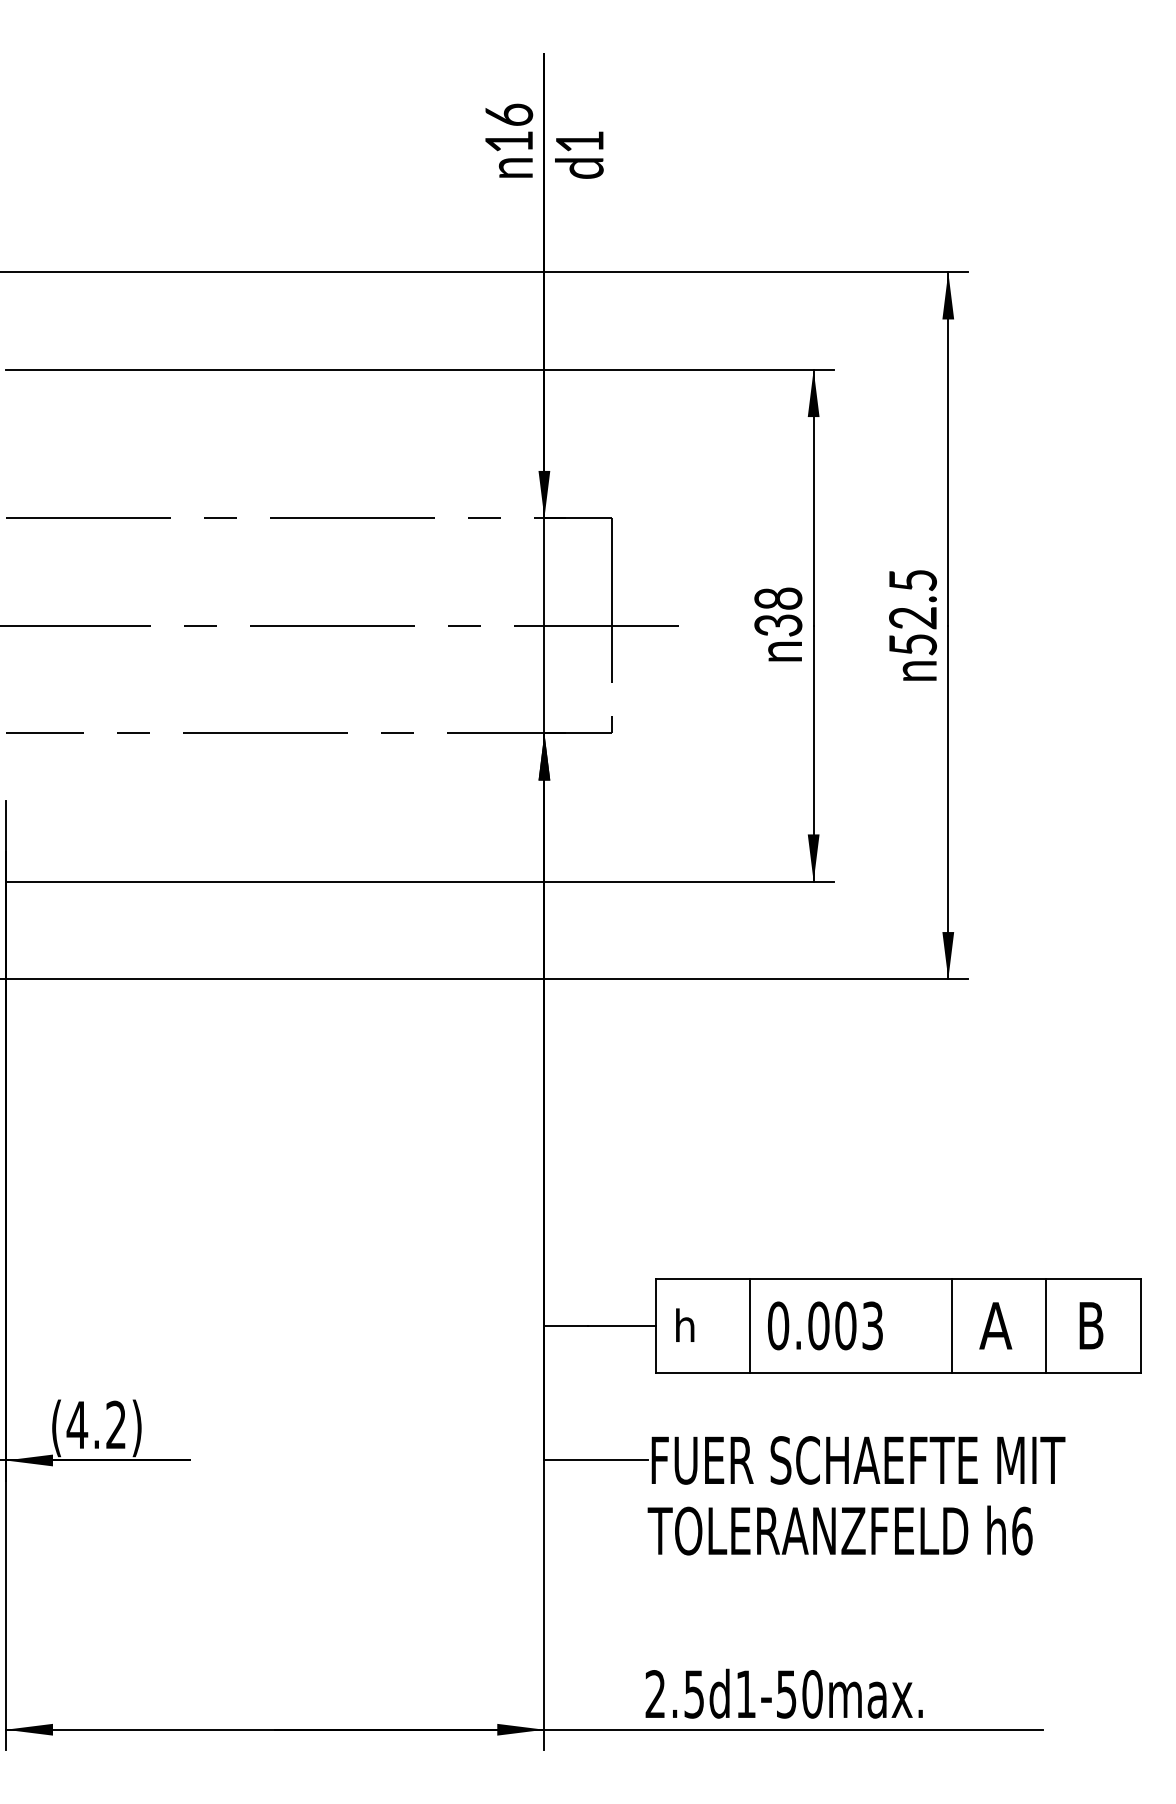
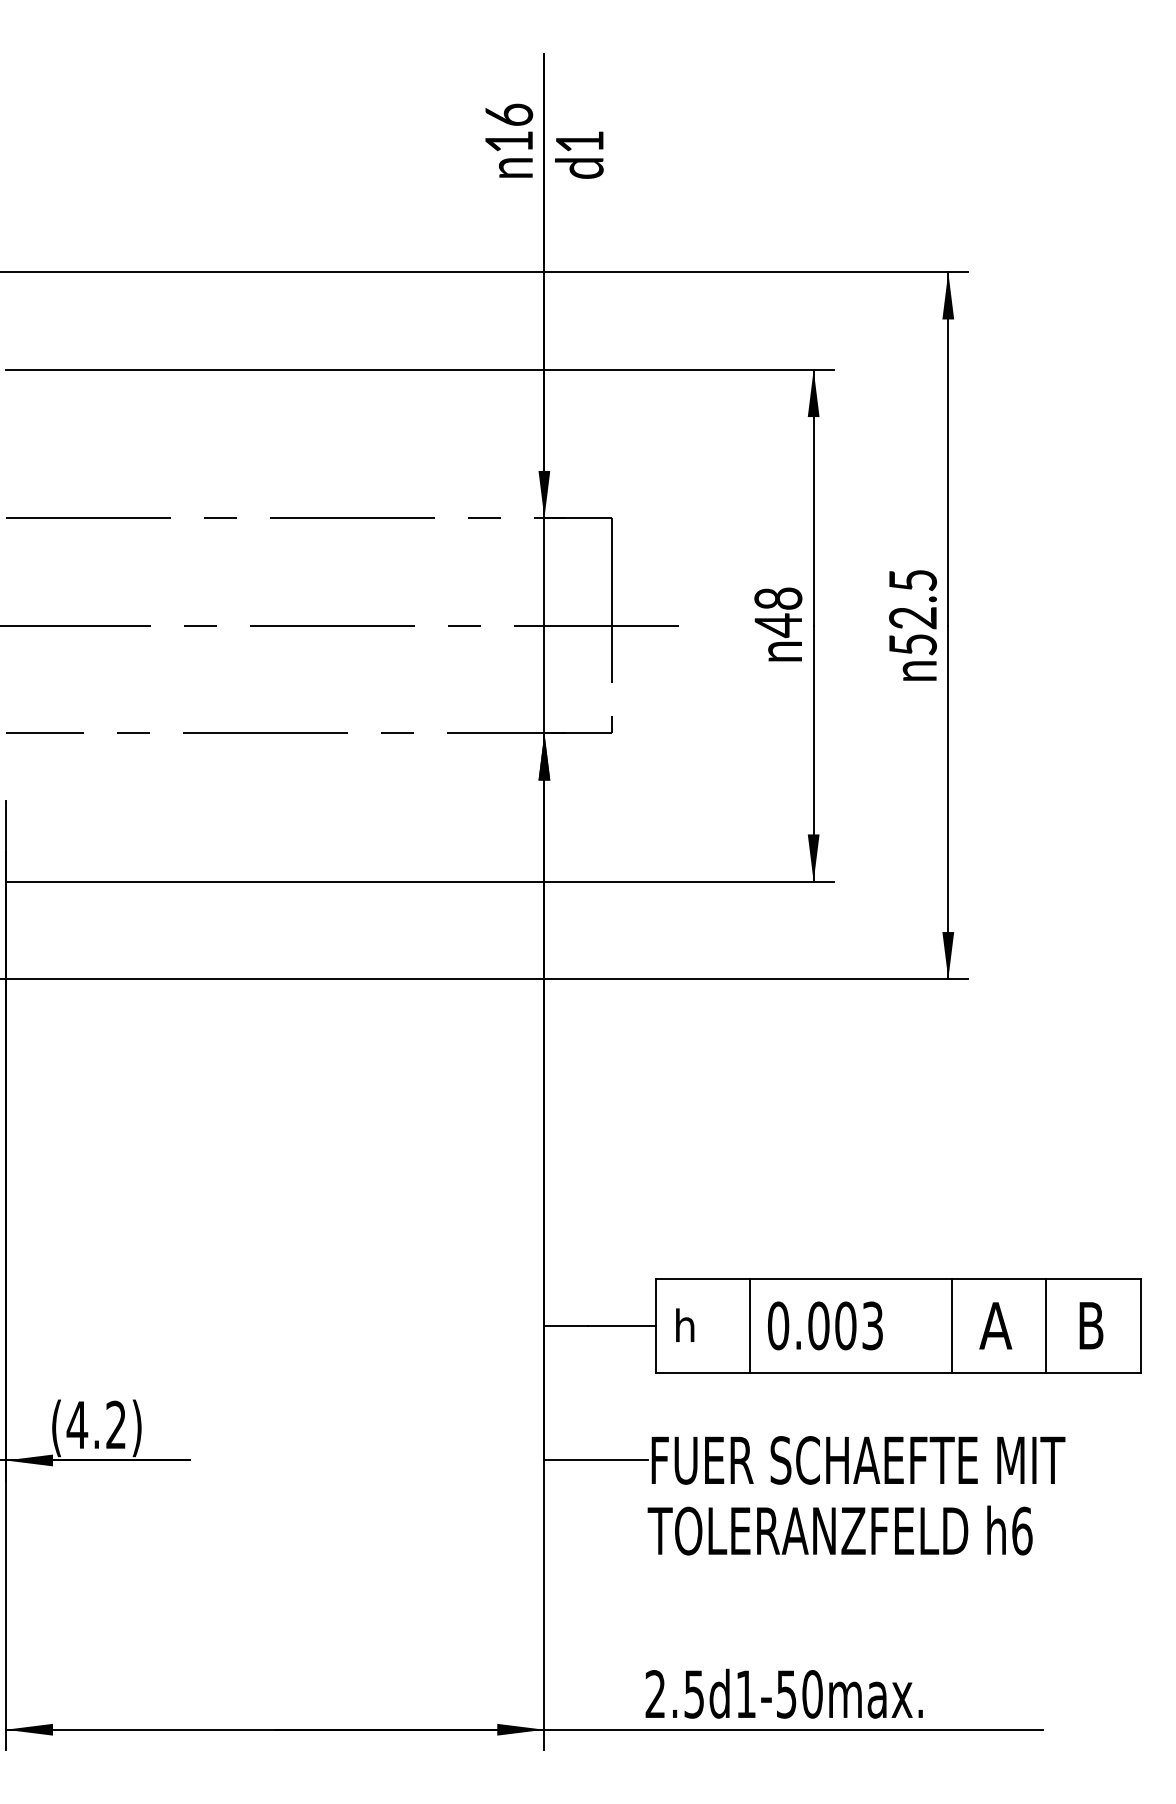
text at (778, 625): 38 -> 48
